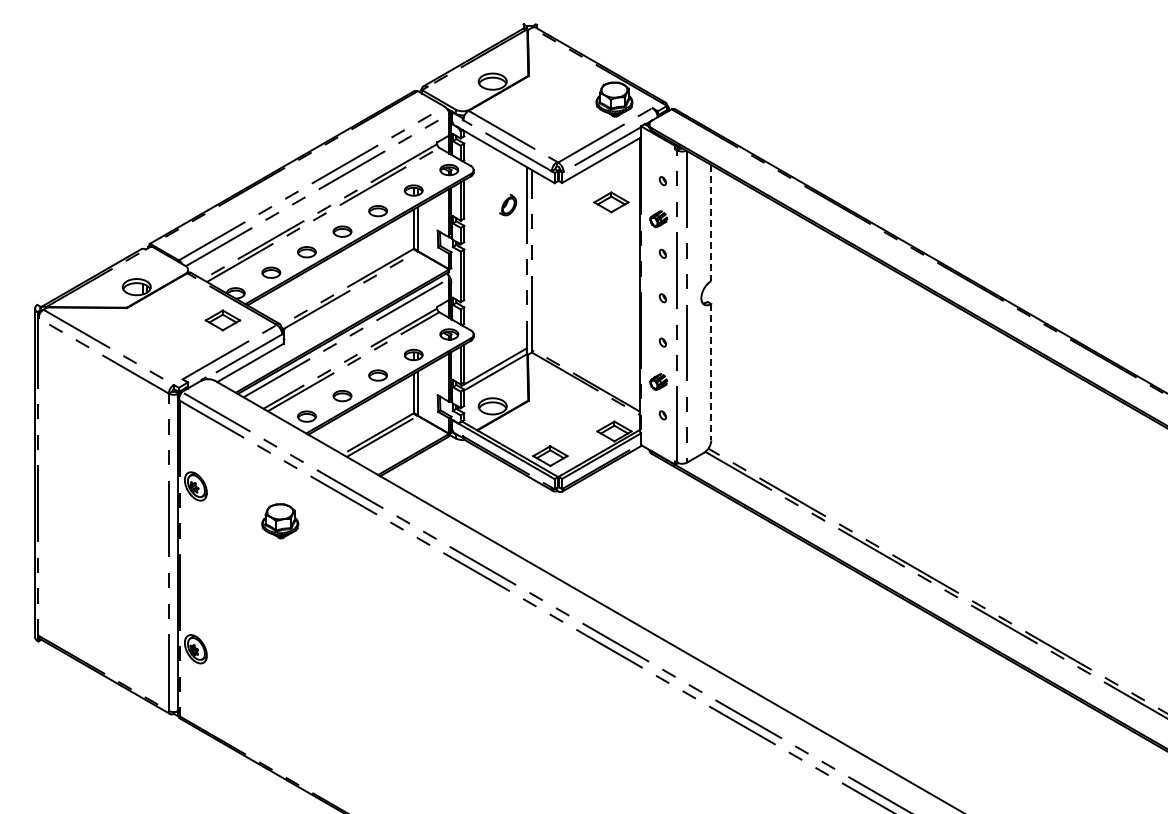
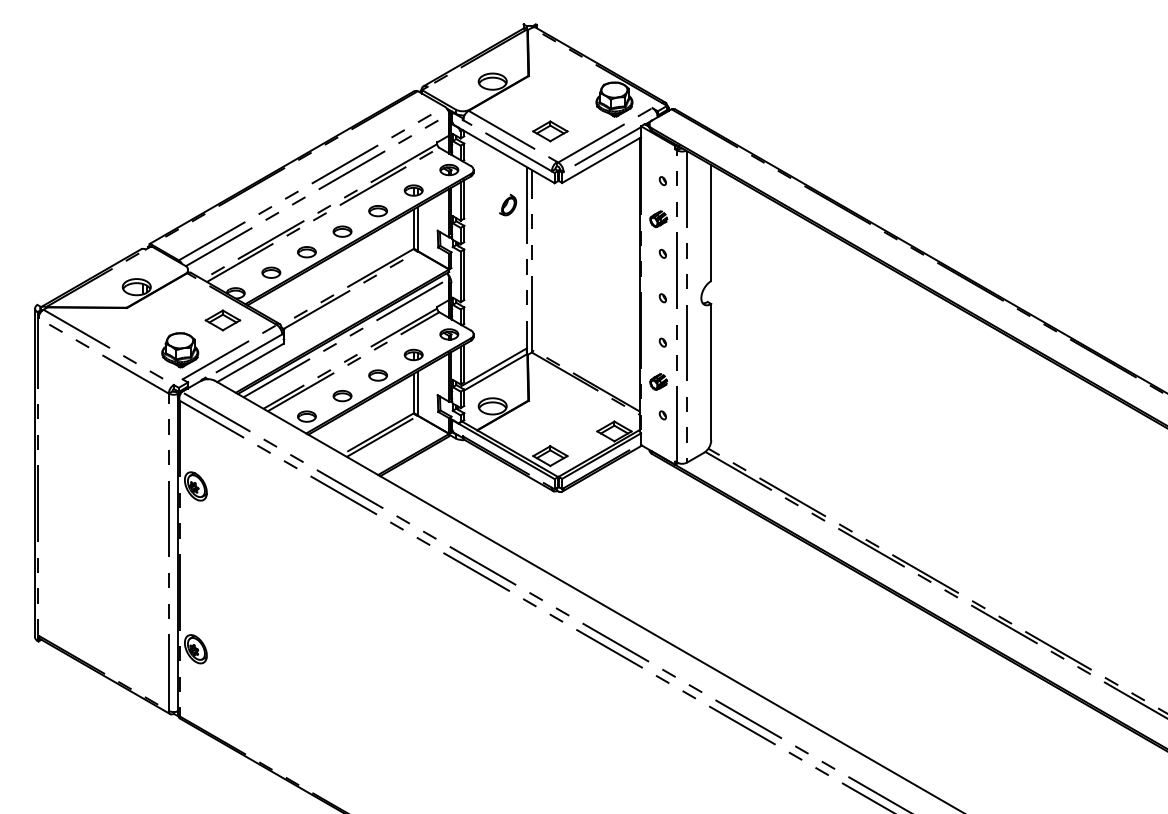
part at (611, 202) position: (611, 202) -> (550, 131)
line at (711, 223): dashed -> solid
line at (711, 372): dashed -> solid
part at (280, 521) position: (280, 521) -> (180, 350)
